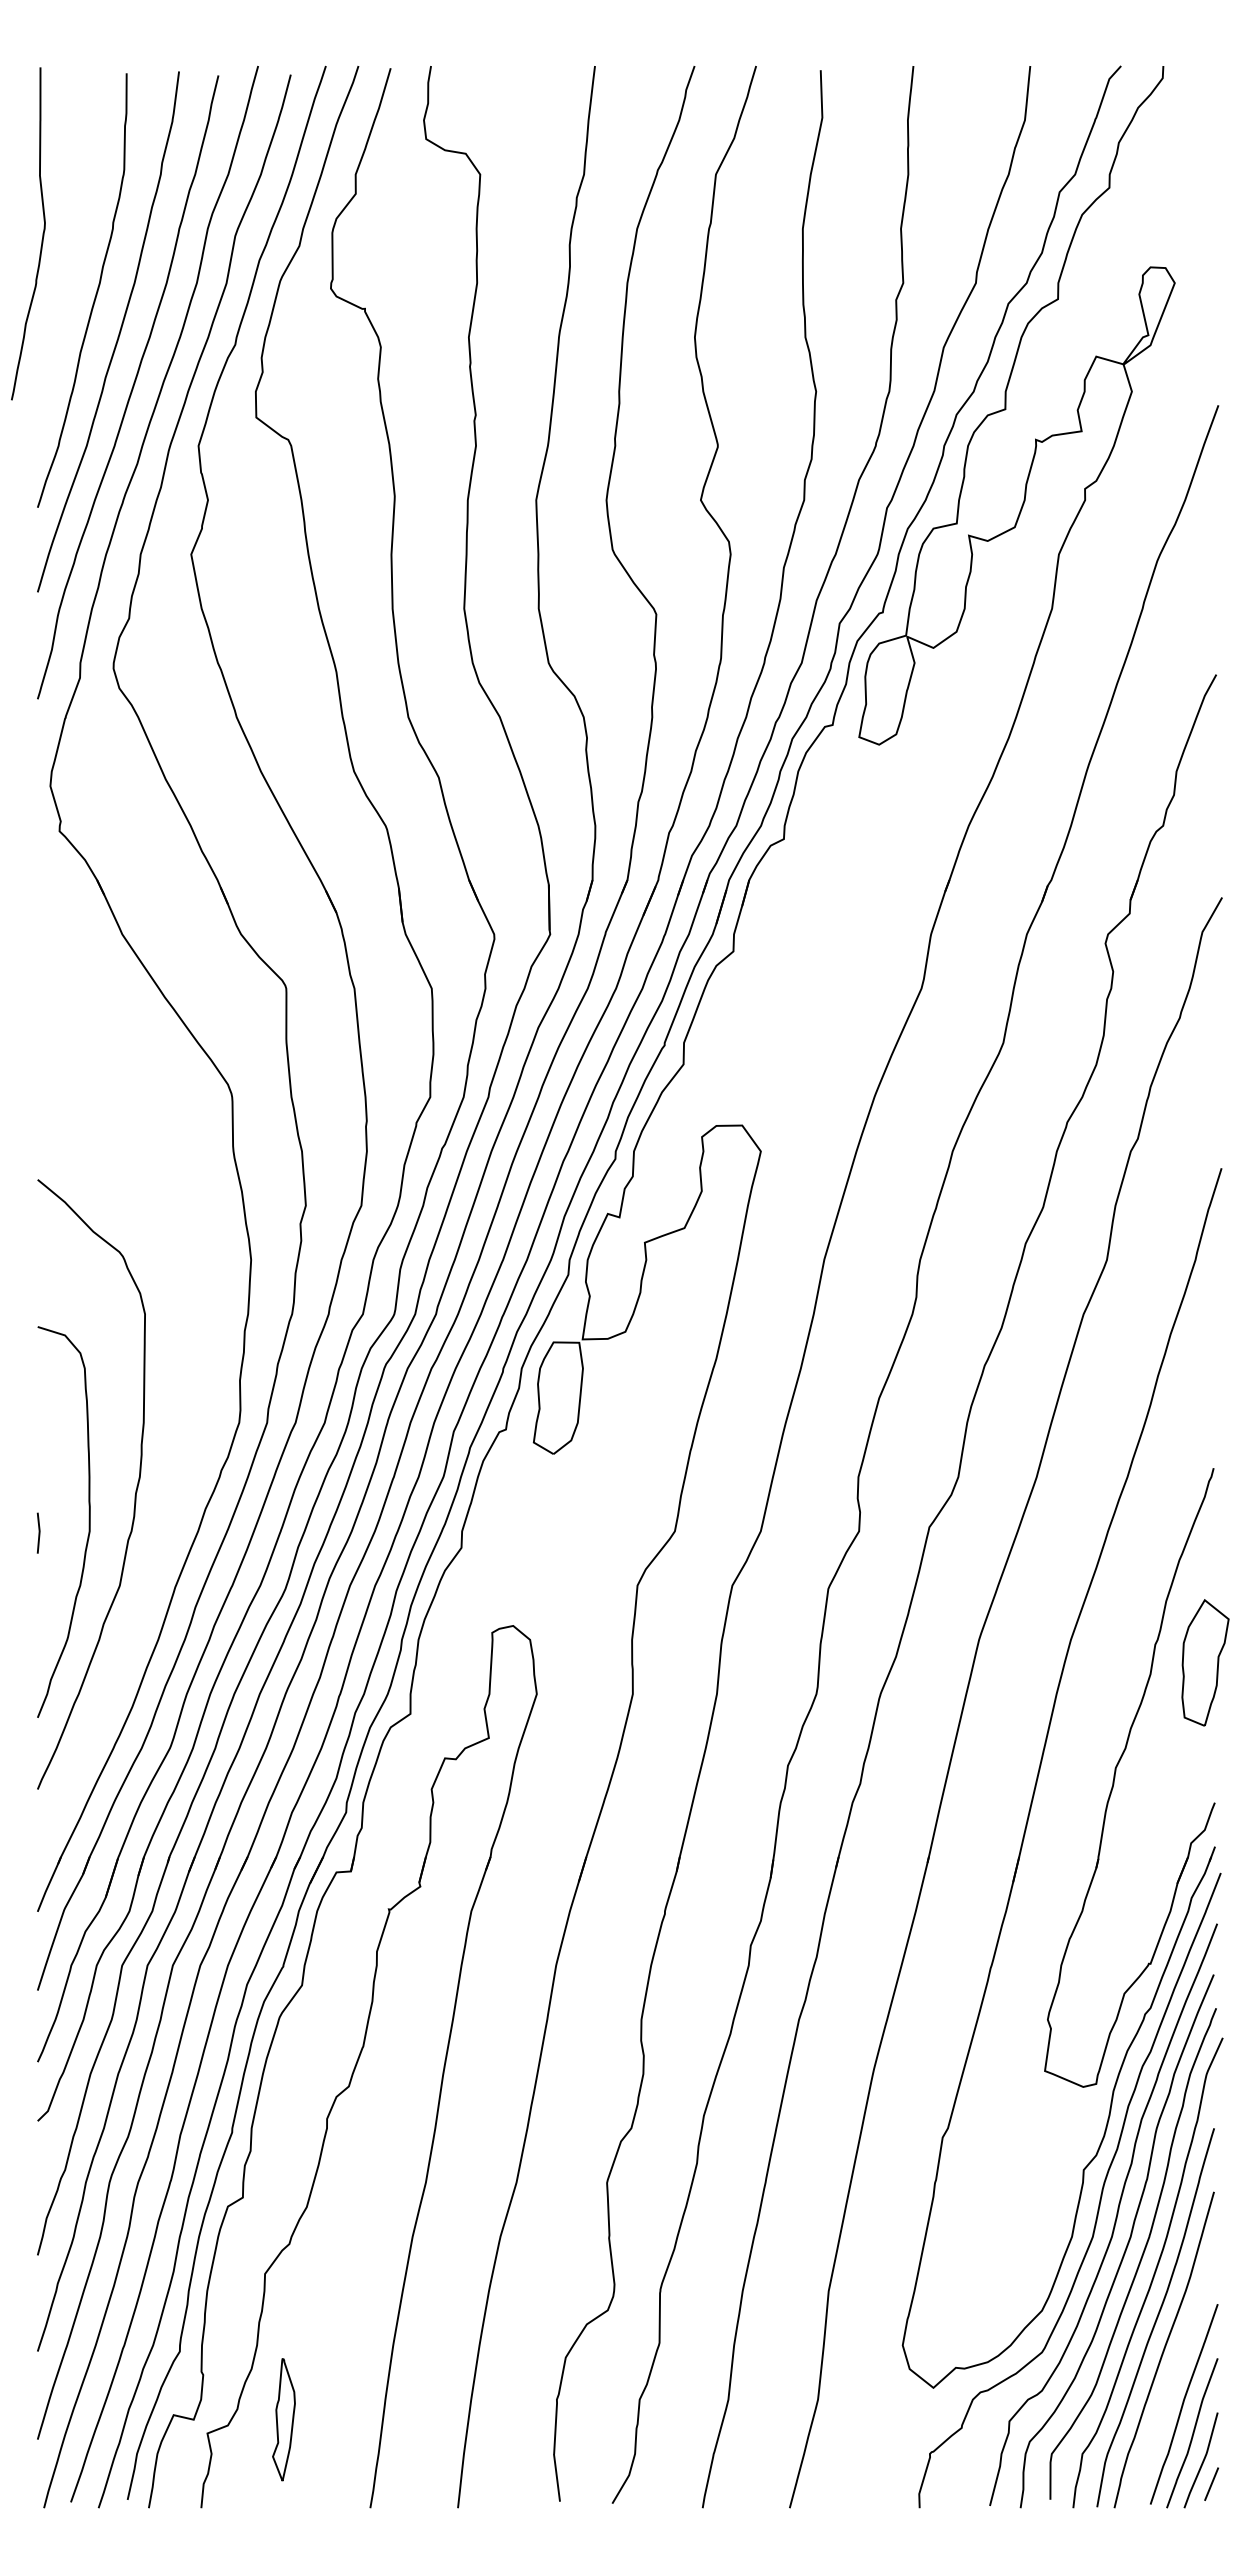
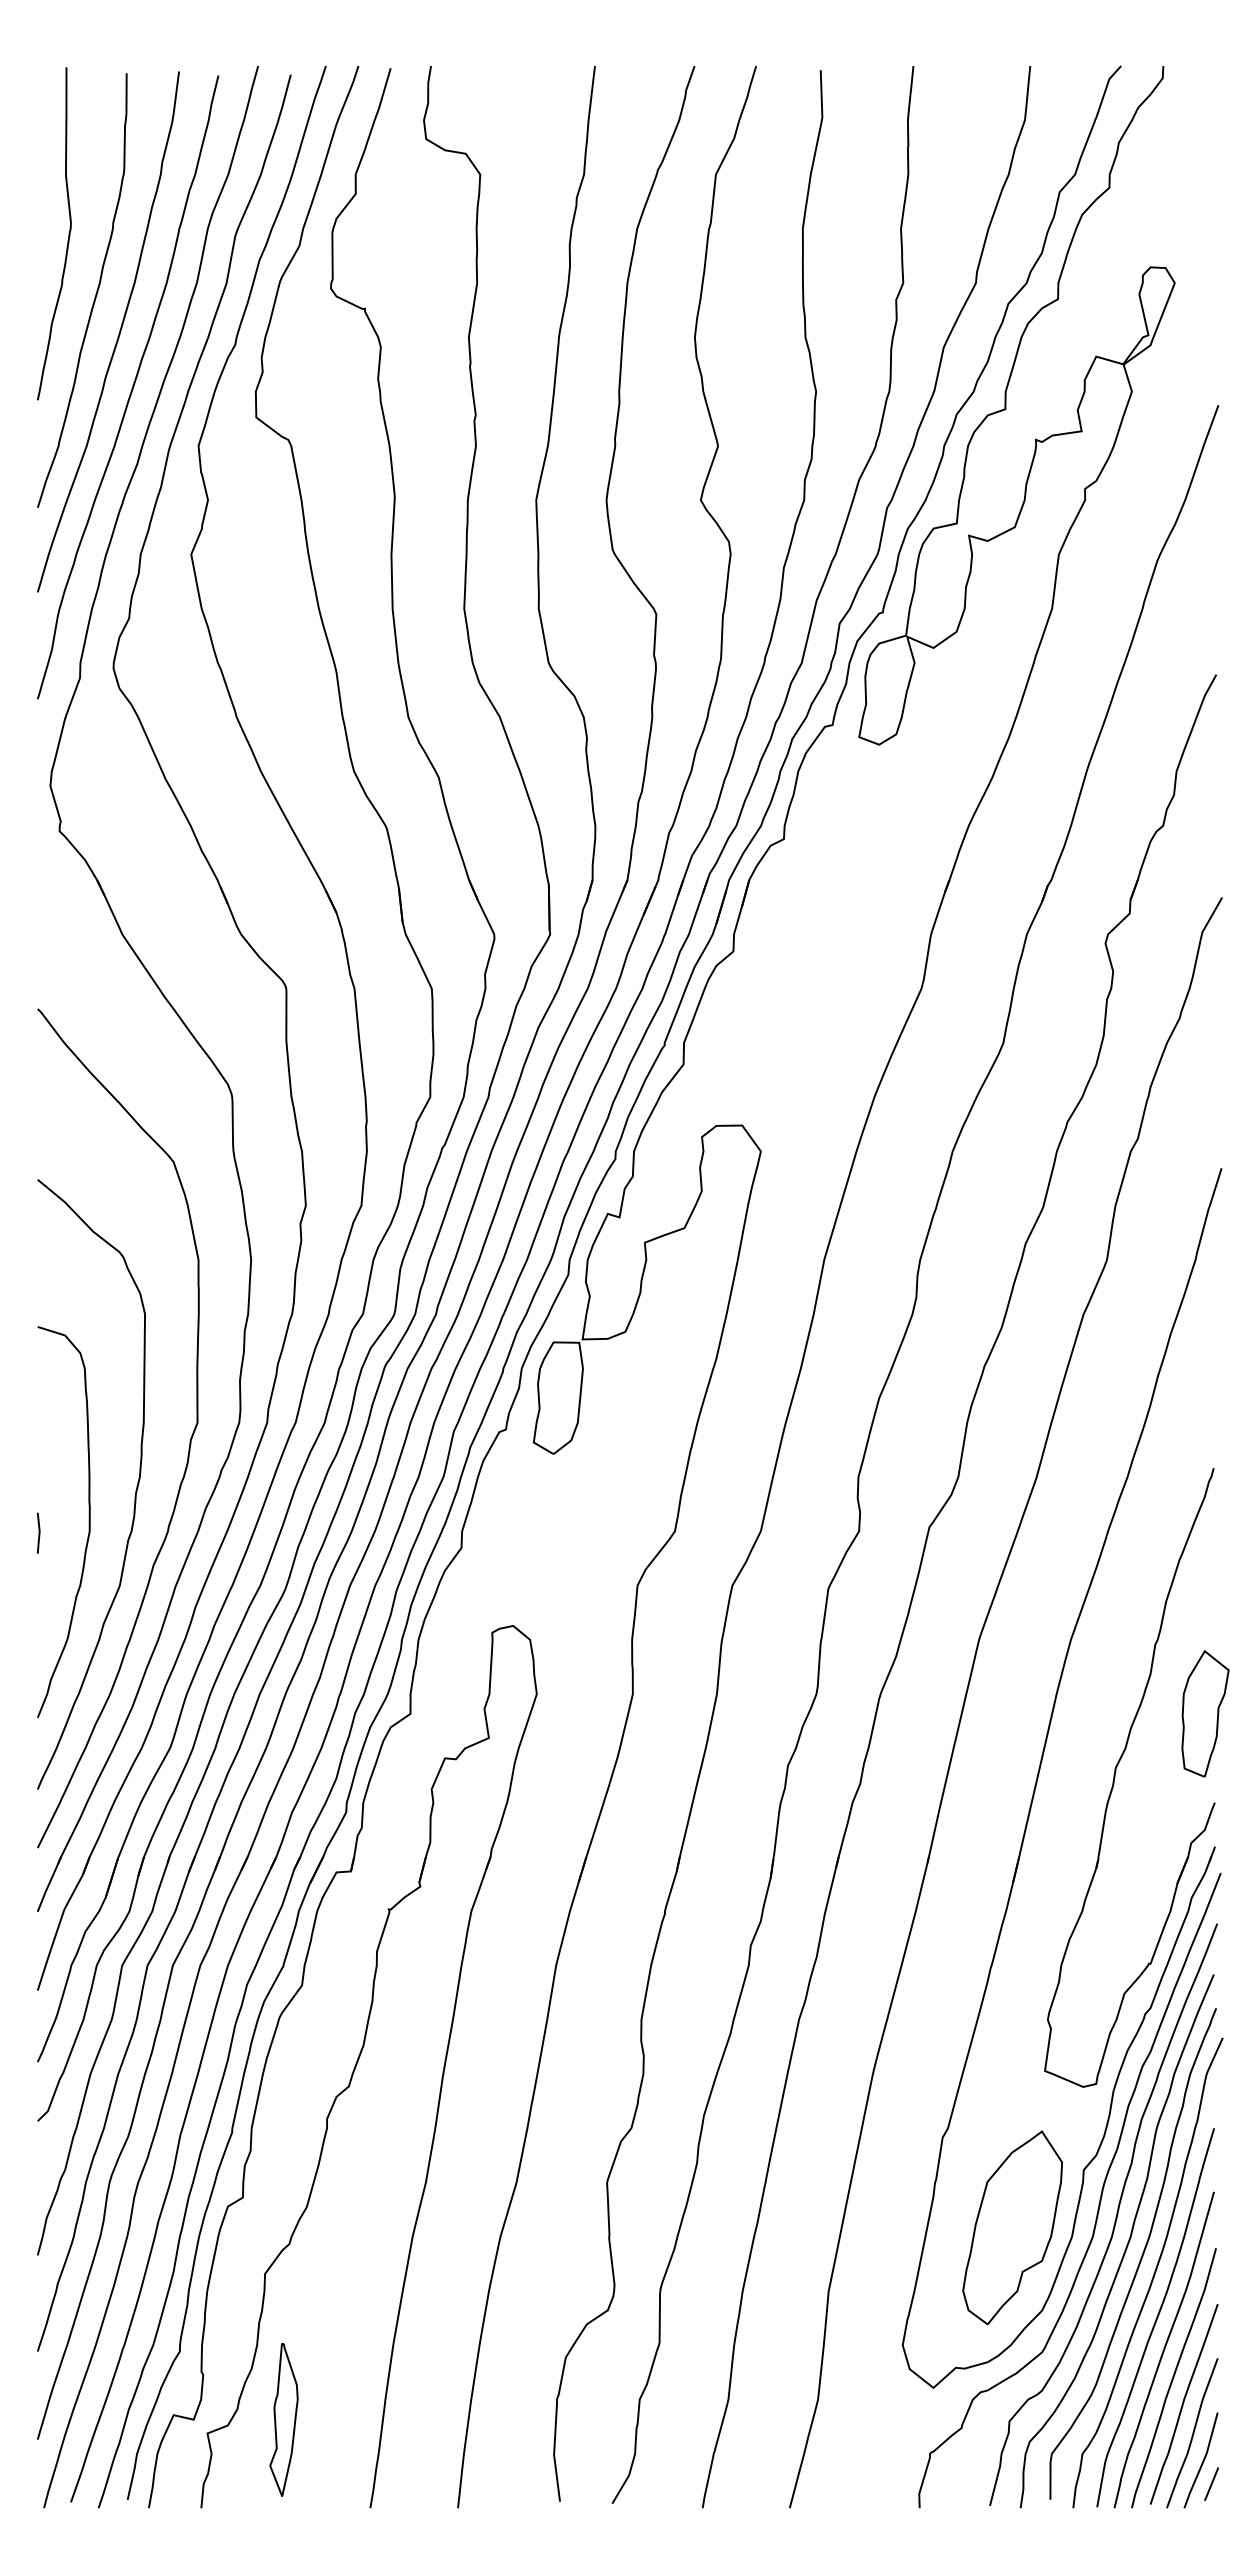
curve at (42, 233) position: (42, 233) -> (68, 233)
curve at (189, 1440): none -> present
part at (1205, 1662) position: (1205, 1662) -> (1205, 1713)
part at (1012, 2227): none -> present
curve at (1173, 2378): none -> present
part at (283, 2419) size: 24x124 px -> 30x154 px
